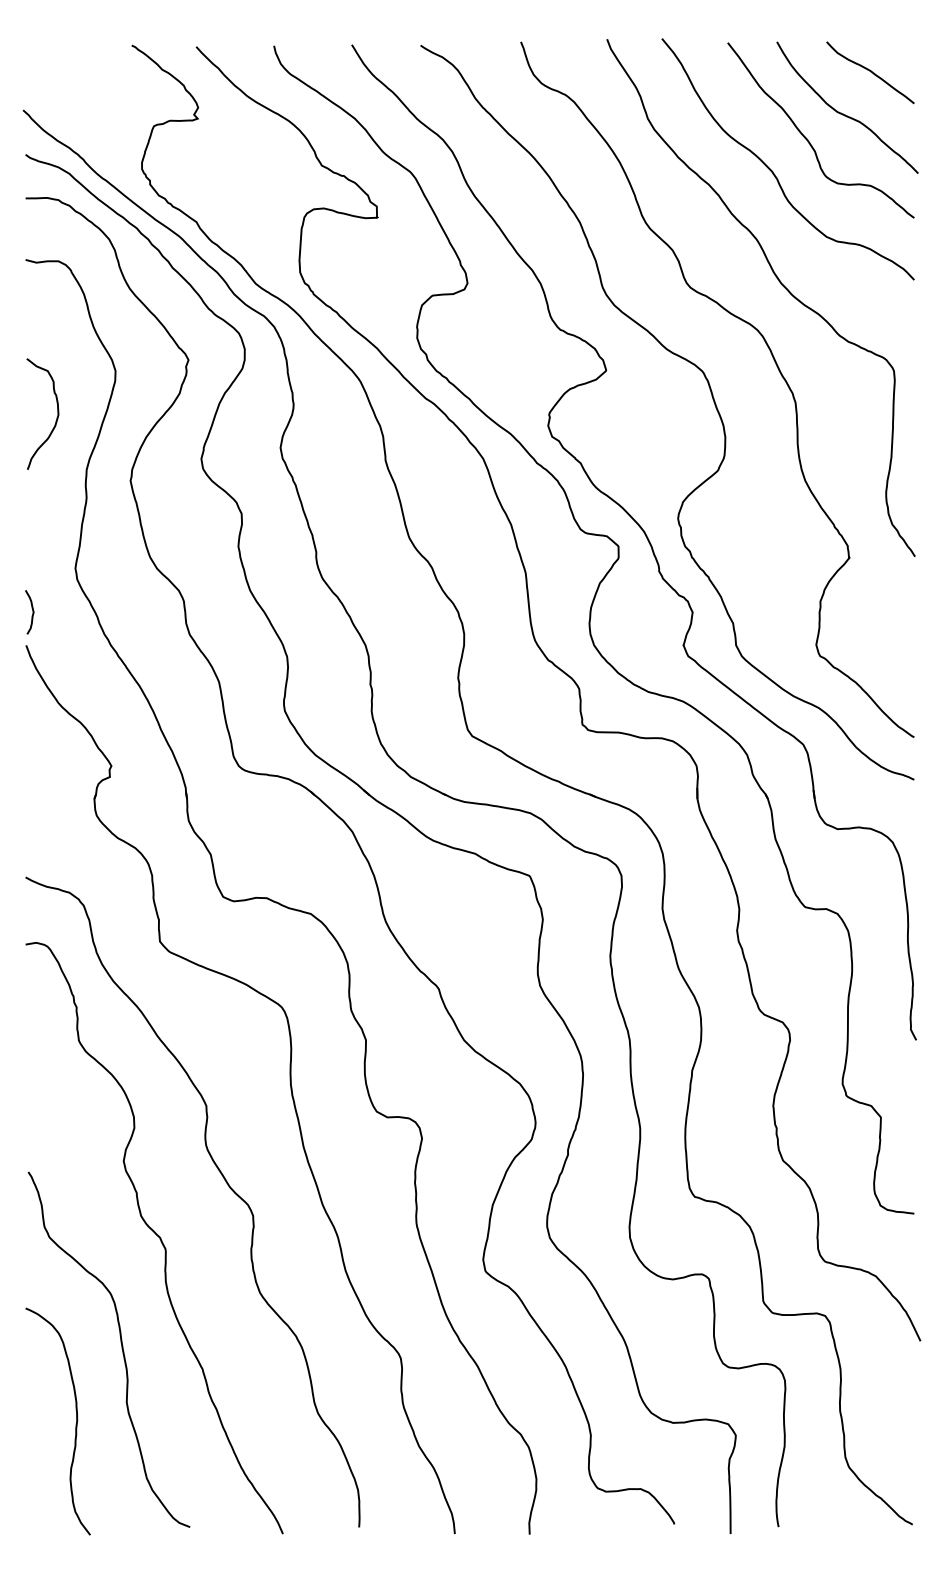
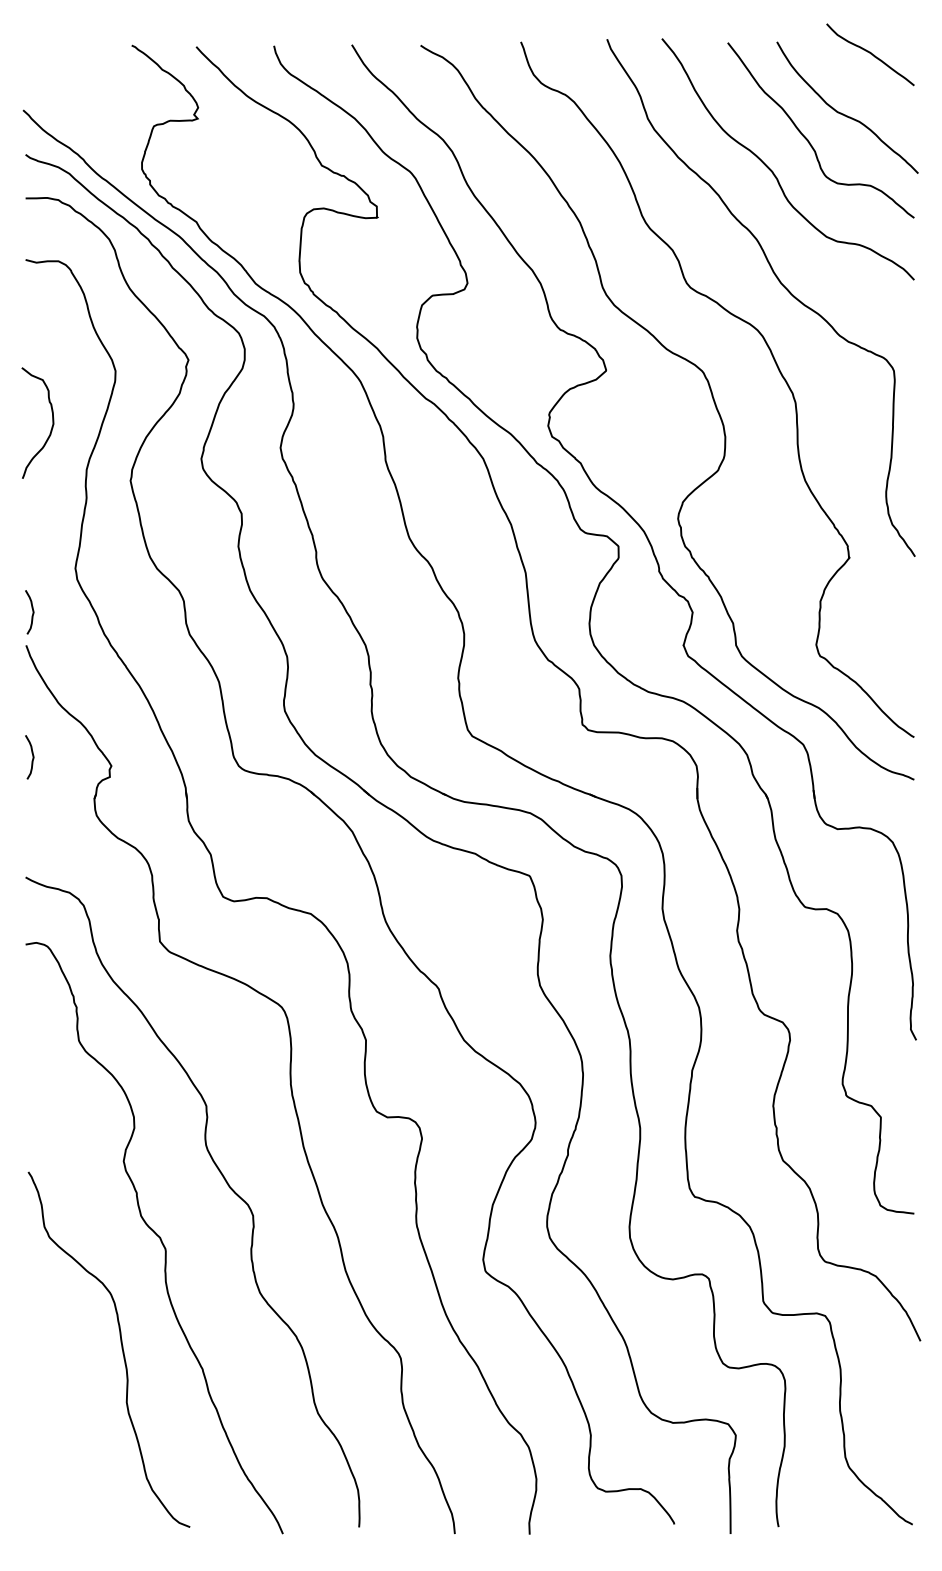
curve at (870, 72) position: (870, 72) -> (870, 54)
curve at (56, 417) position: (56, 417) -> (51, 426)
curve at (32, 757): none -> present
curve at (75, 1424): present -> none
